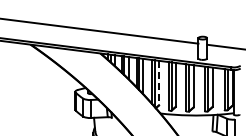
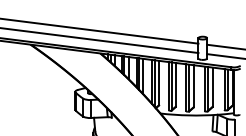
line at (100, 40): none -> present
line at (224, 56): none -> present
line at (159, 83): dashed -> solid
